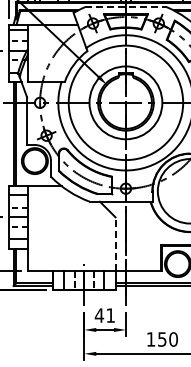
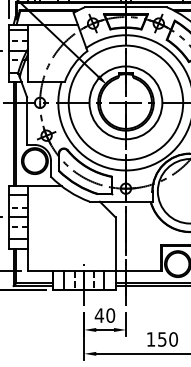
line at (125, 7): dashed -> solid
line at (115, 243): dashed -> solid
text at (110, 315): 41 -> 40
